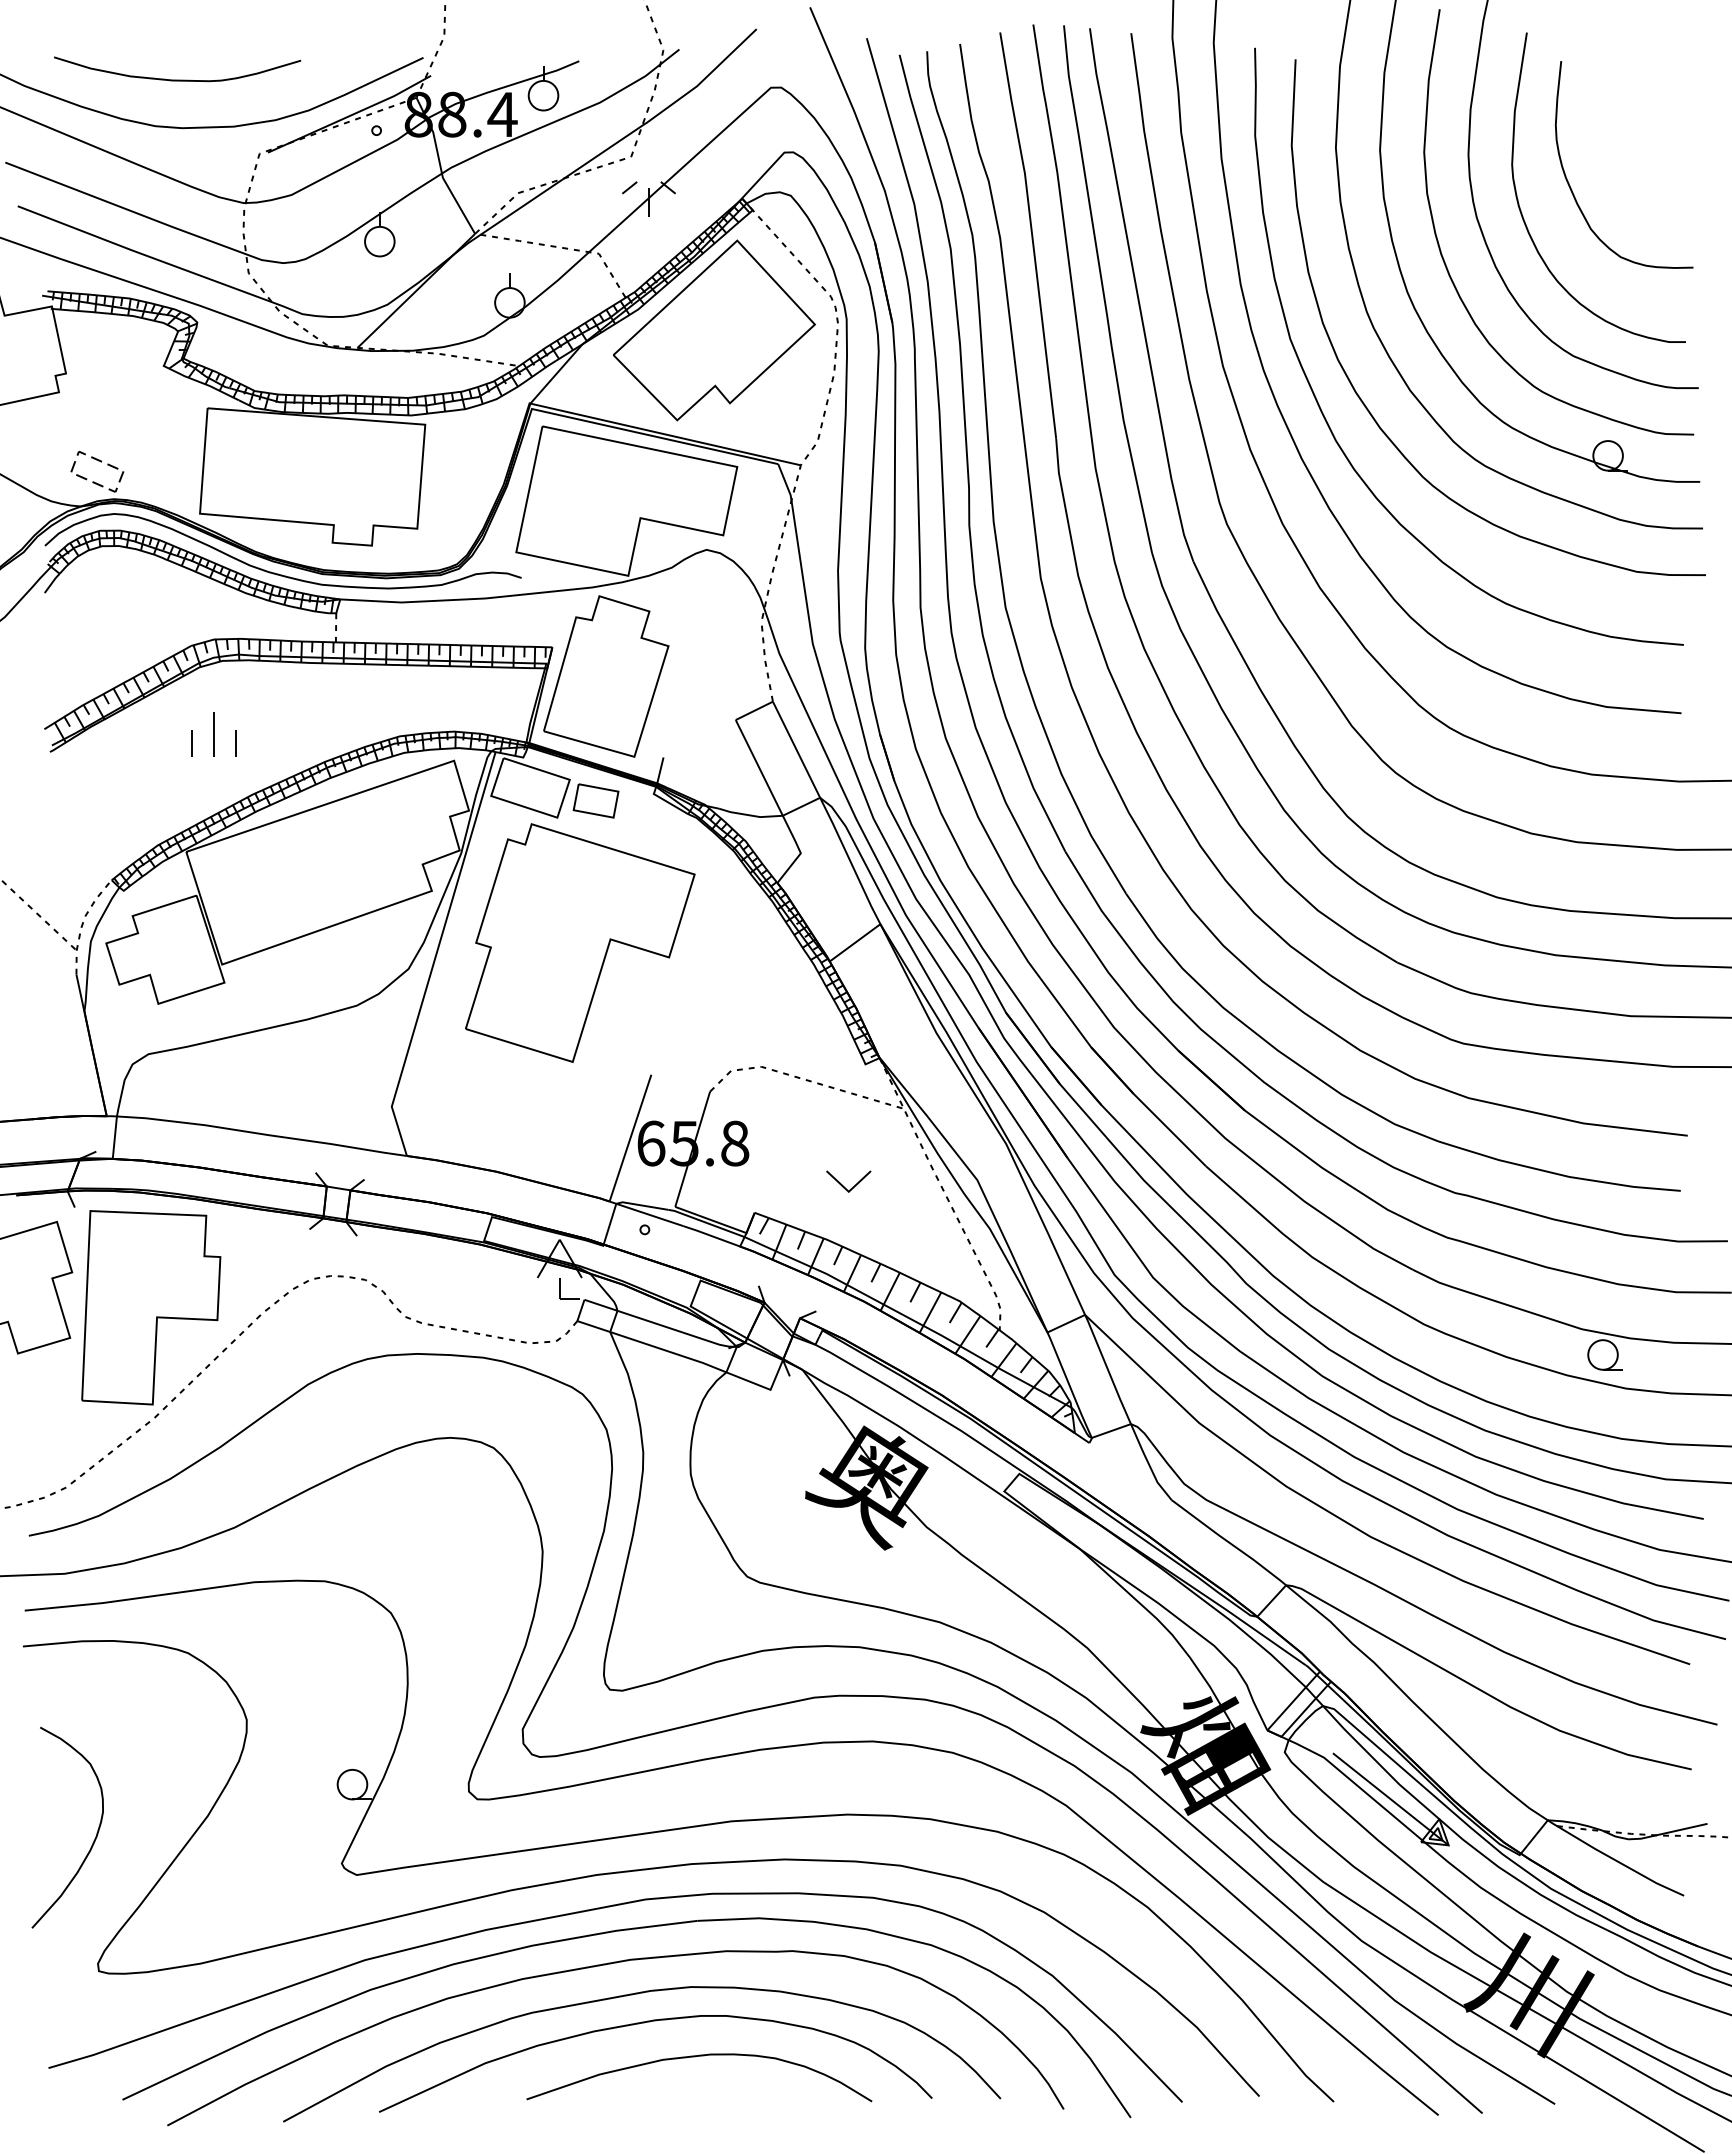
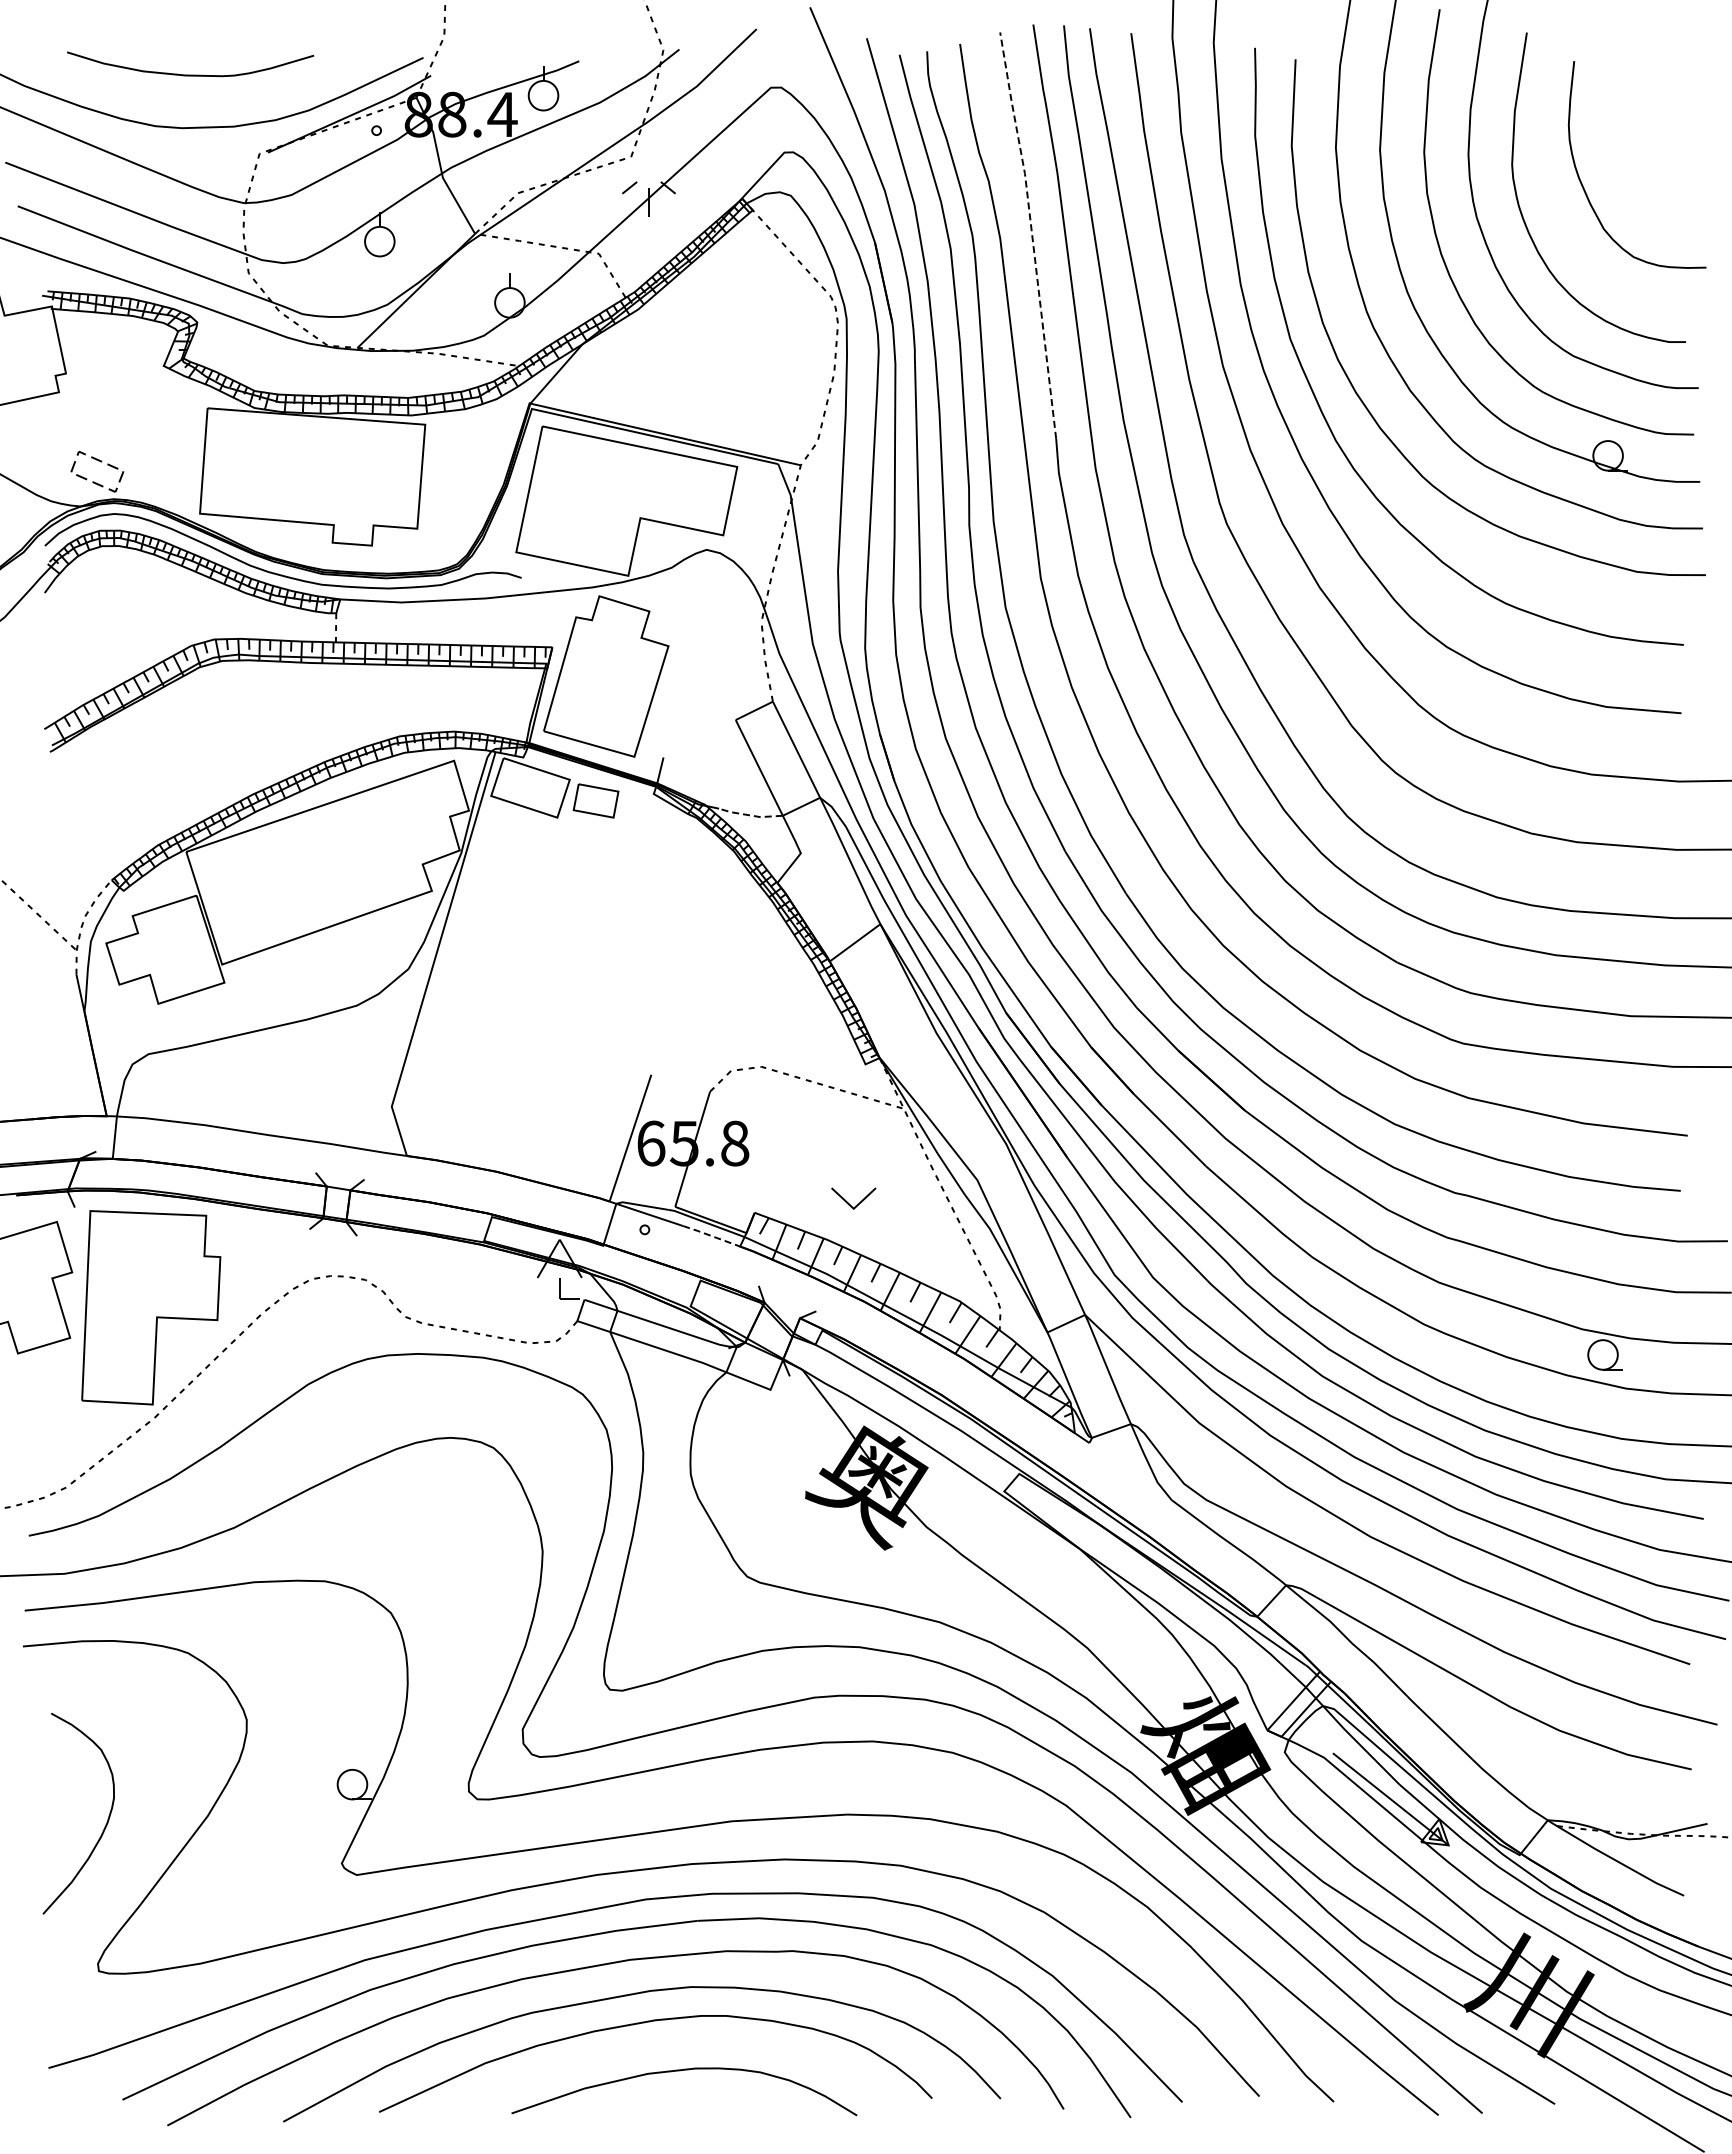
curve at (177, 79) position: (177, 79) -> (190, 74)
curve at (1571, 187) position: (1571, 187) -> (1584, 187)
line at (1032, 233): solid -> dashed
part at (714, 330): present -> none
part at (213, 734): present -> none
line at (750, 815): solid -> dashed
part at (580, 942): present -> none
part at (843, 1185) position: (843, 1185) -> (848, 1202)
line at (711, 1235): solid -> dashed
curve at (93, 1840) position: (93, 1840) -> (104, 1826)
curve at (695, 2057) position: (695, 2057) -> (680, 2071)
